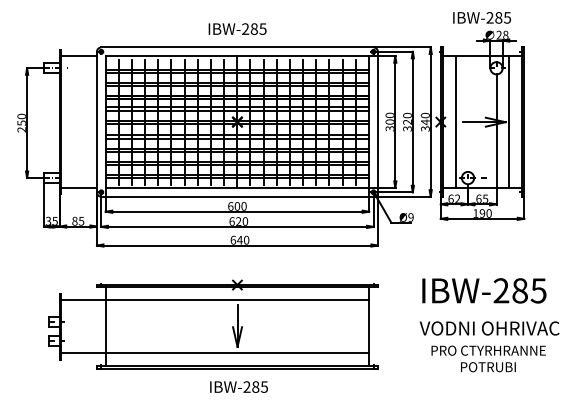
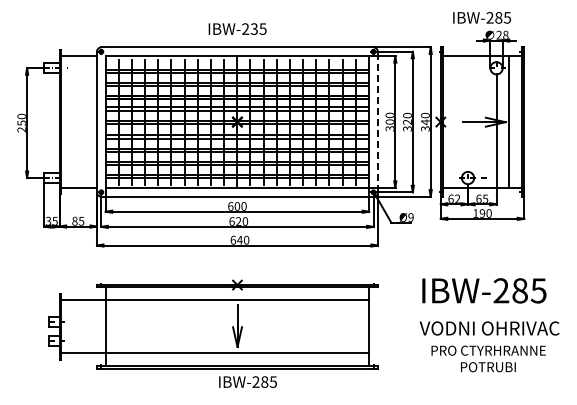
text at (253, 28): IBW-285 -> IBW-235
line at (377, 121): solid -> dashed
line at (456, 121): present -> none
text at (238, 386) position: (238, 386) -> (247, 381)
